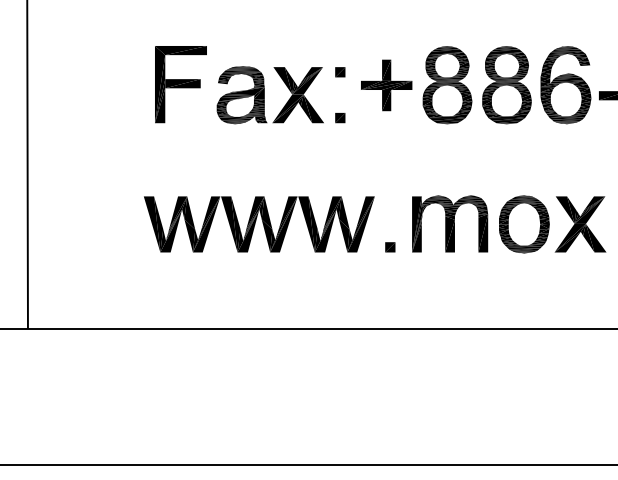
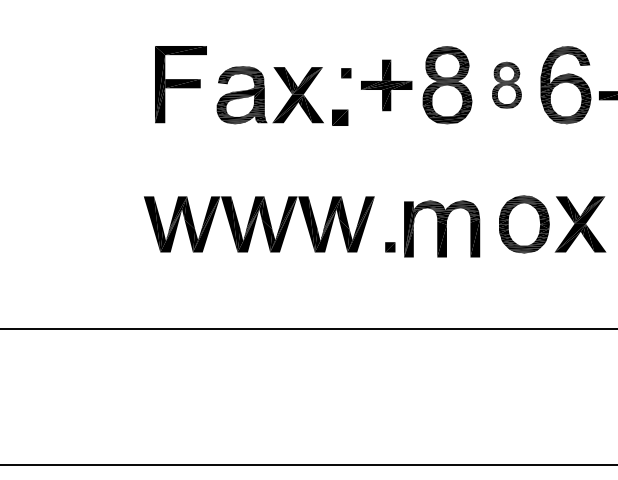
part at (340, 72) position: (340, 72) -> (346, 73)
part at (506, 85) size: 50x79 px -> 30x48 px
part at (340, 118) size: 11x11 px -> 17x17 px
line at (27, 165): present -> none
part at (450, 223) position: (450, 223) -> (442, 228)
